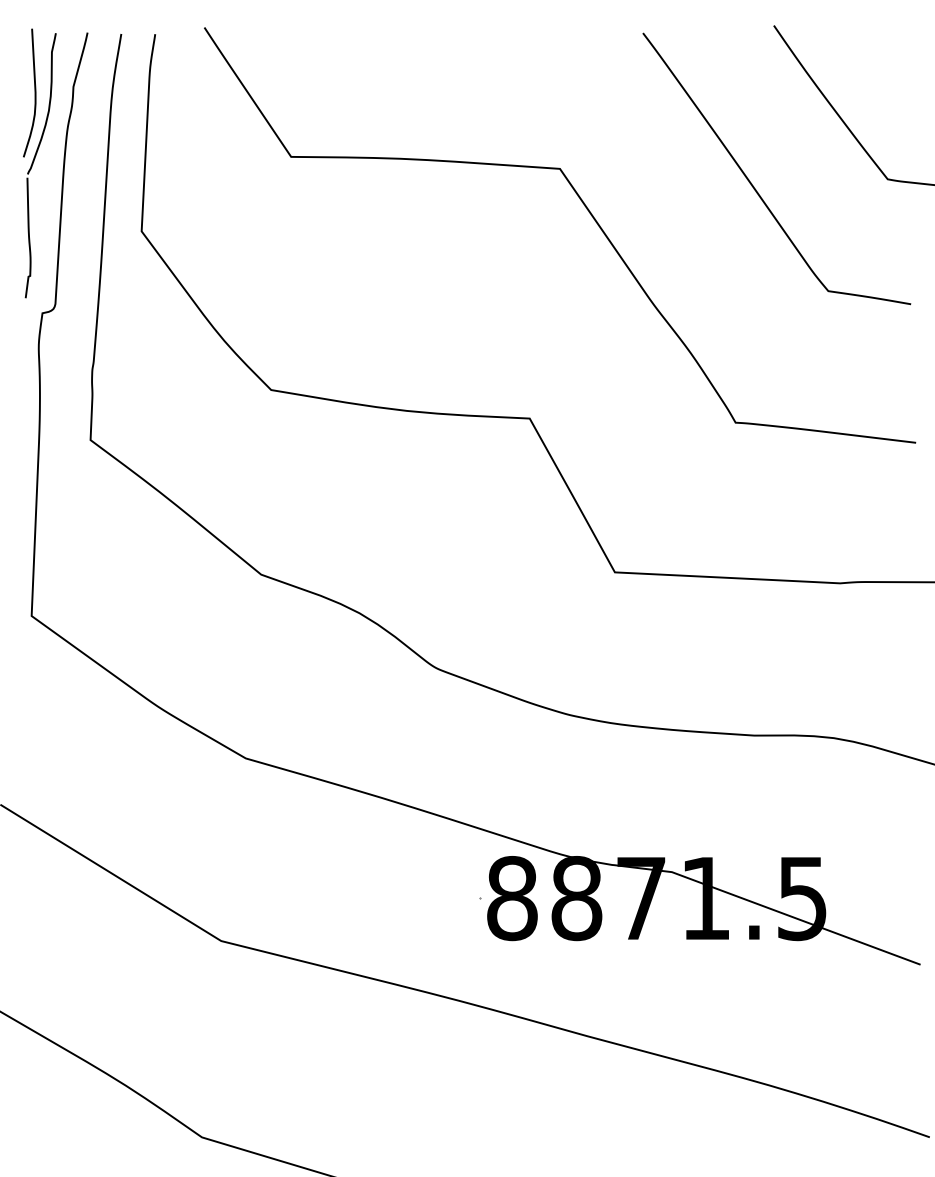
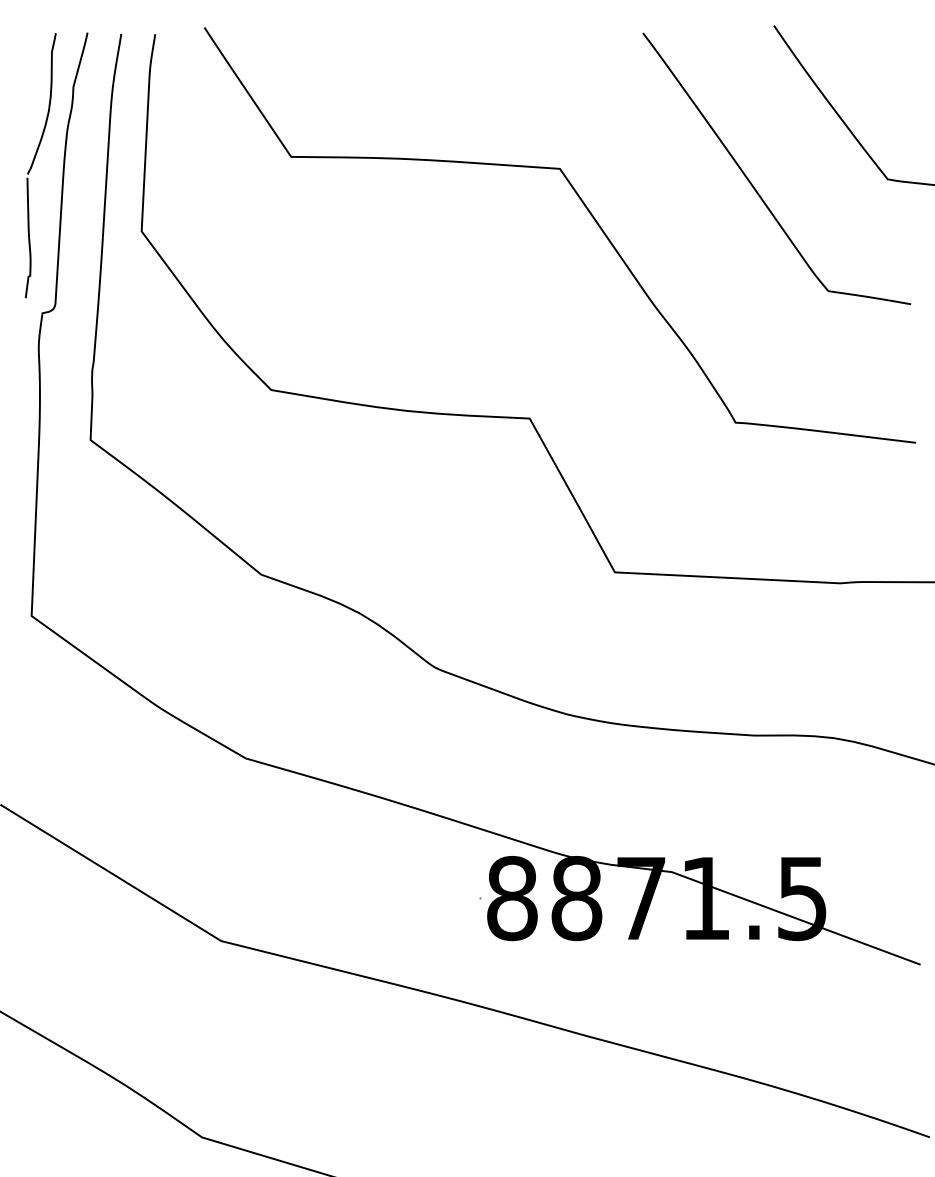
curve at (34, 92): present -> none
